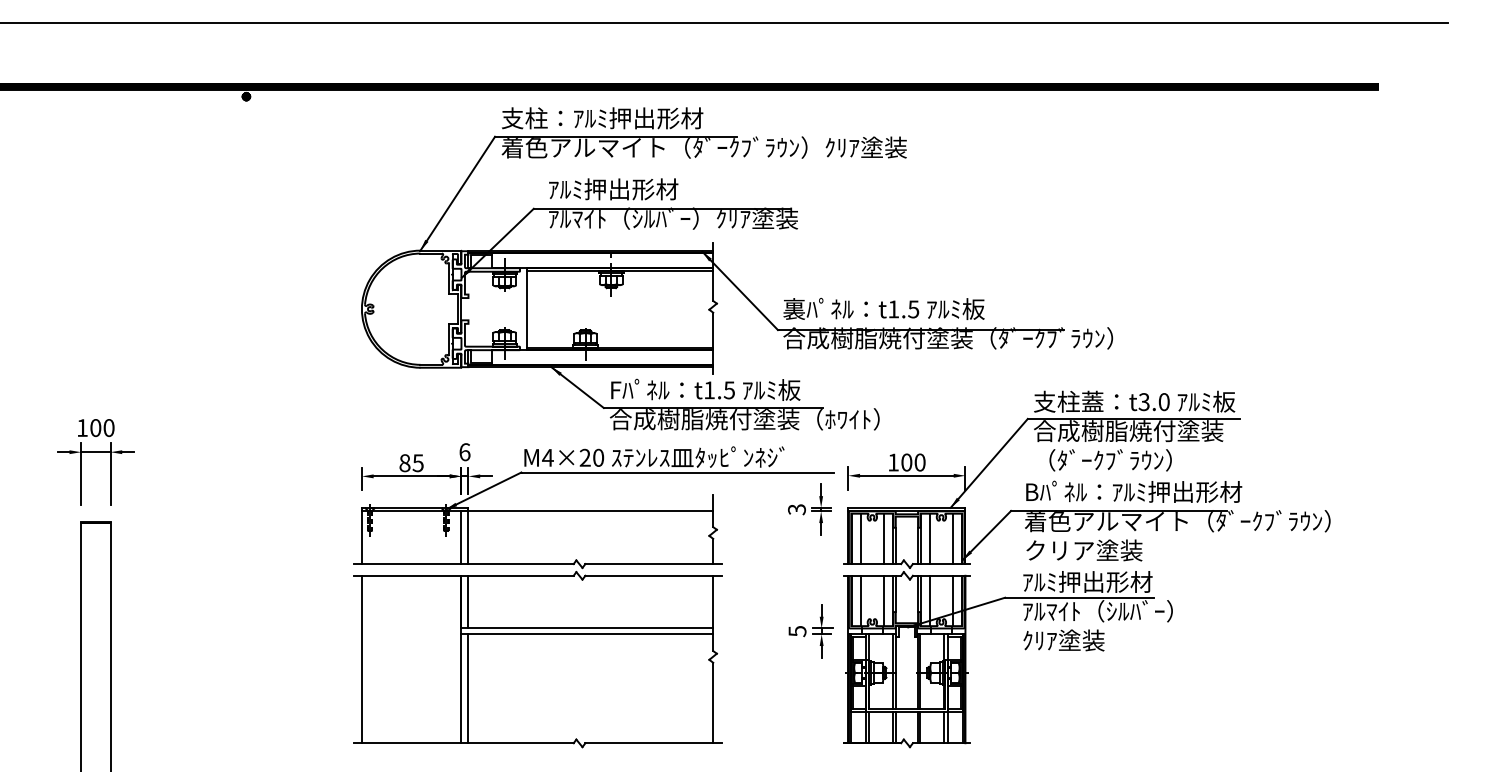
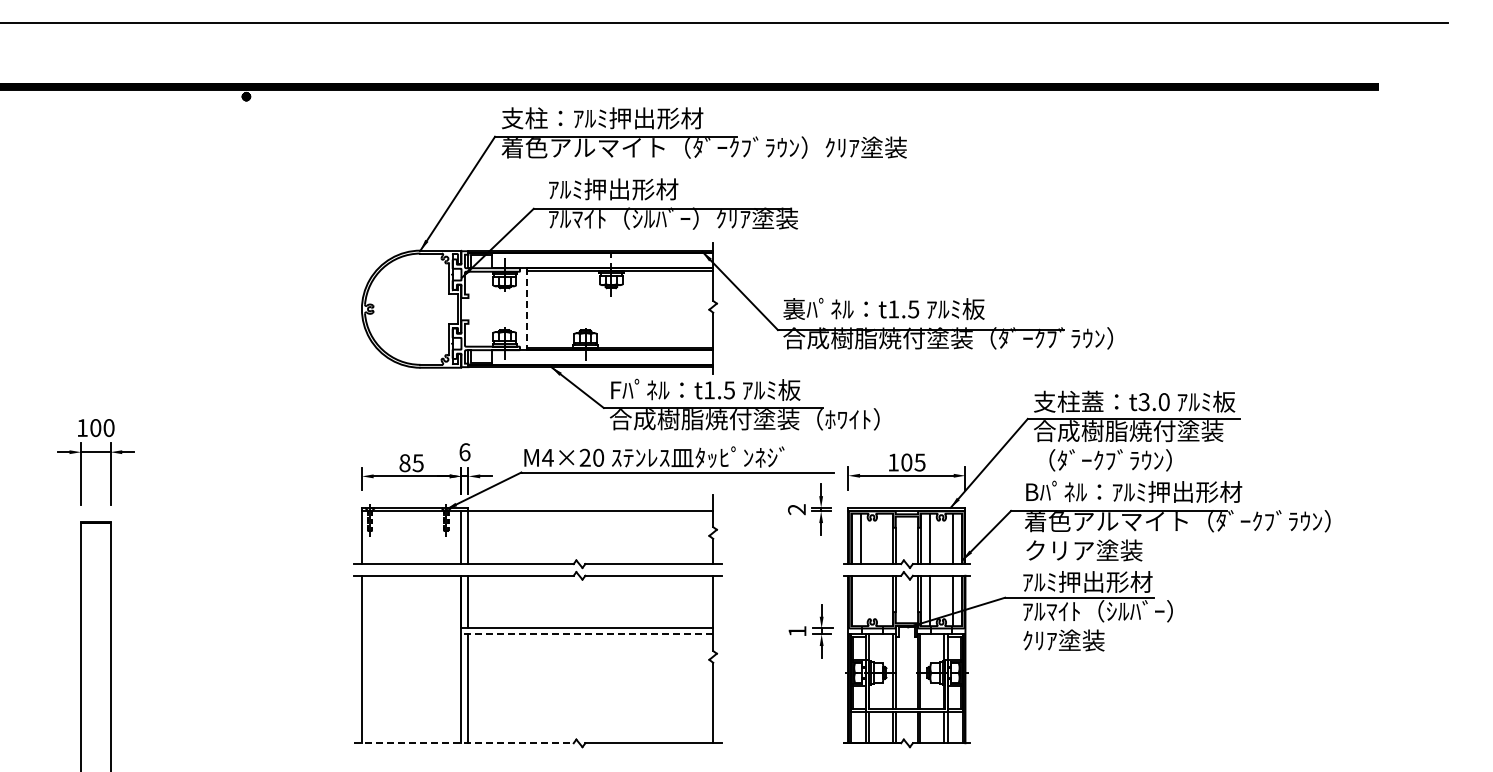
line at (527, 309): solid -> dashed
text at (919, 462): 100 -> 105
text at (796, 509): 3 -> 2
line at (883, 538): present -> none
line at (860, 600): present -> none
line at (883, 600): present -> none
text at (797, 631): 5 -> 1
line at (587, 634): solid -> dashed
line at (463, 743): solid -> dashed
